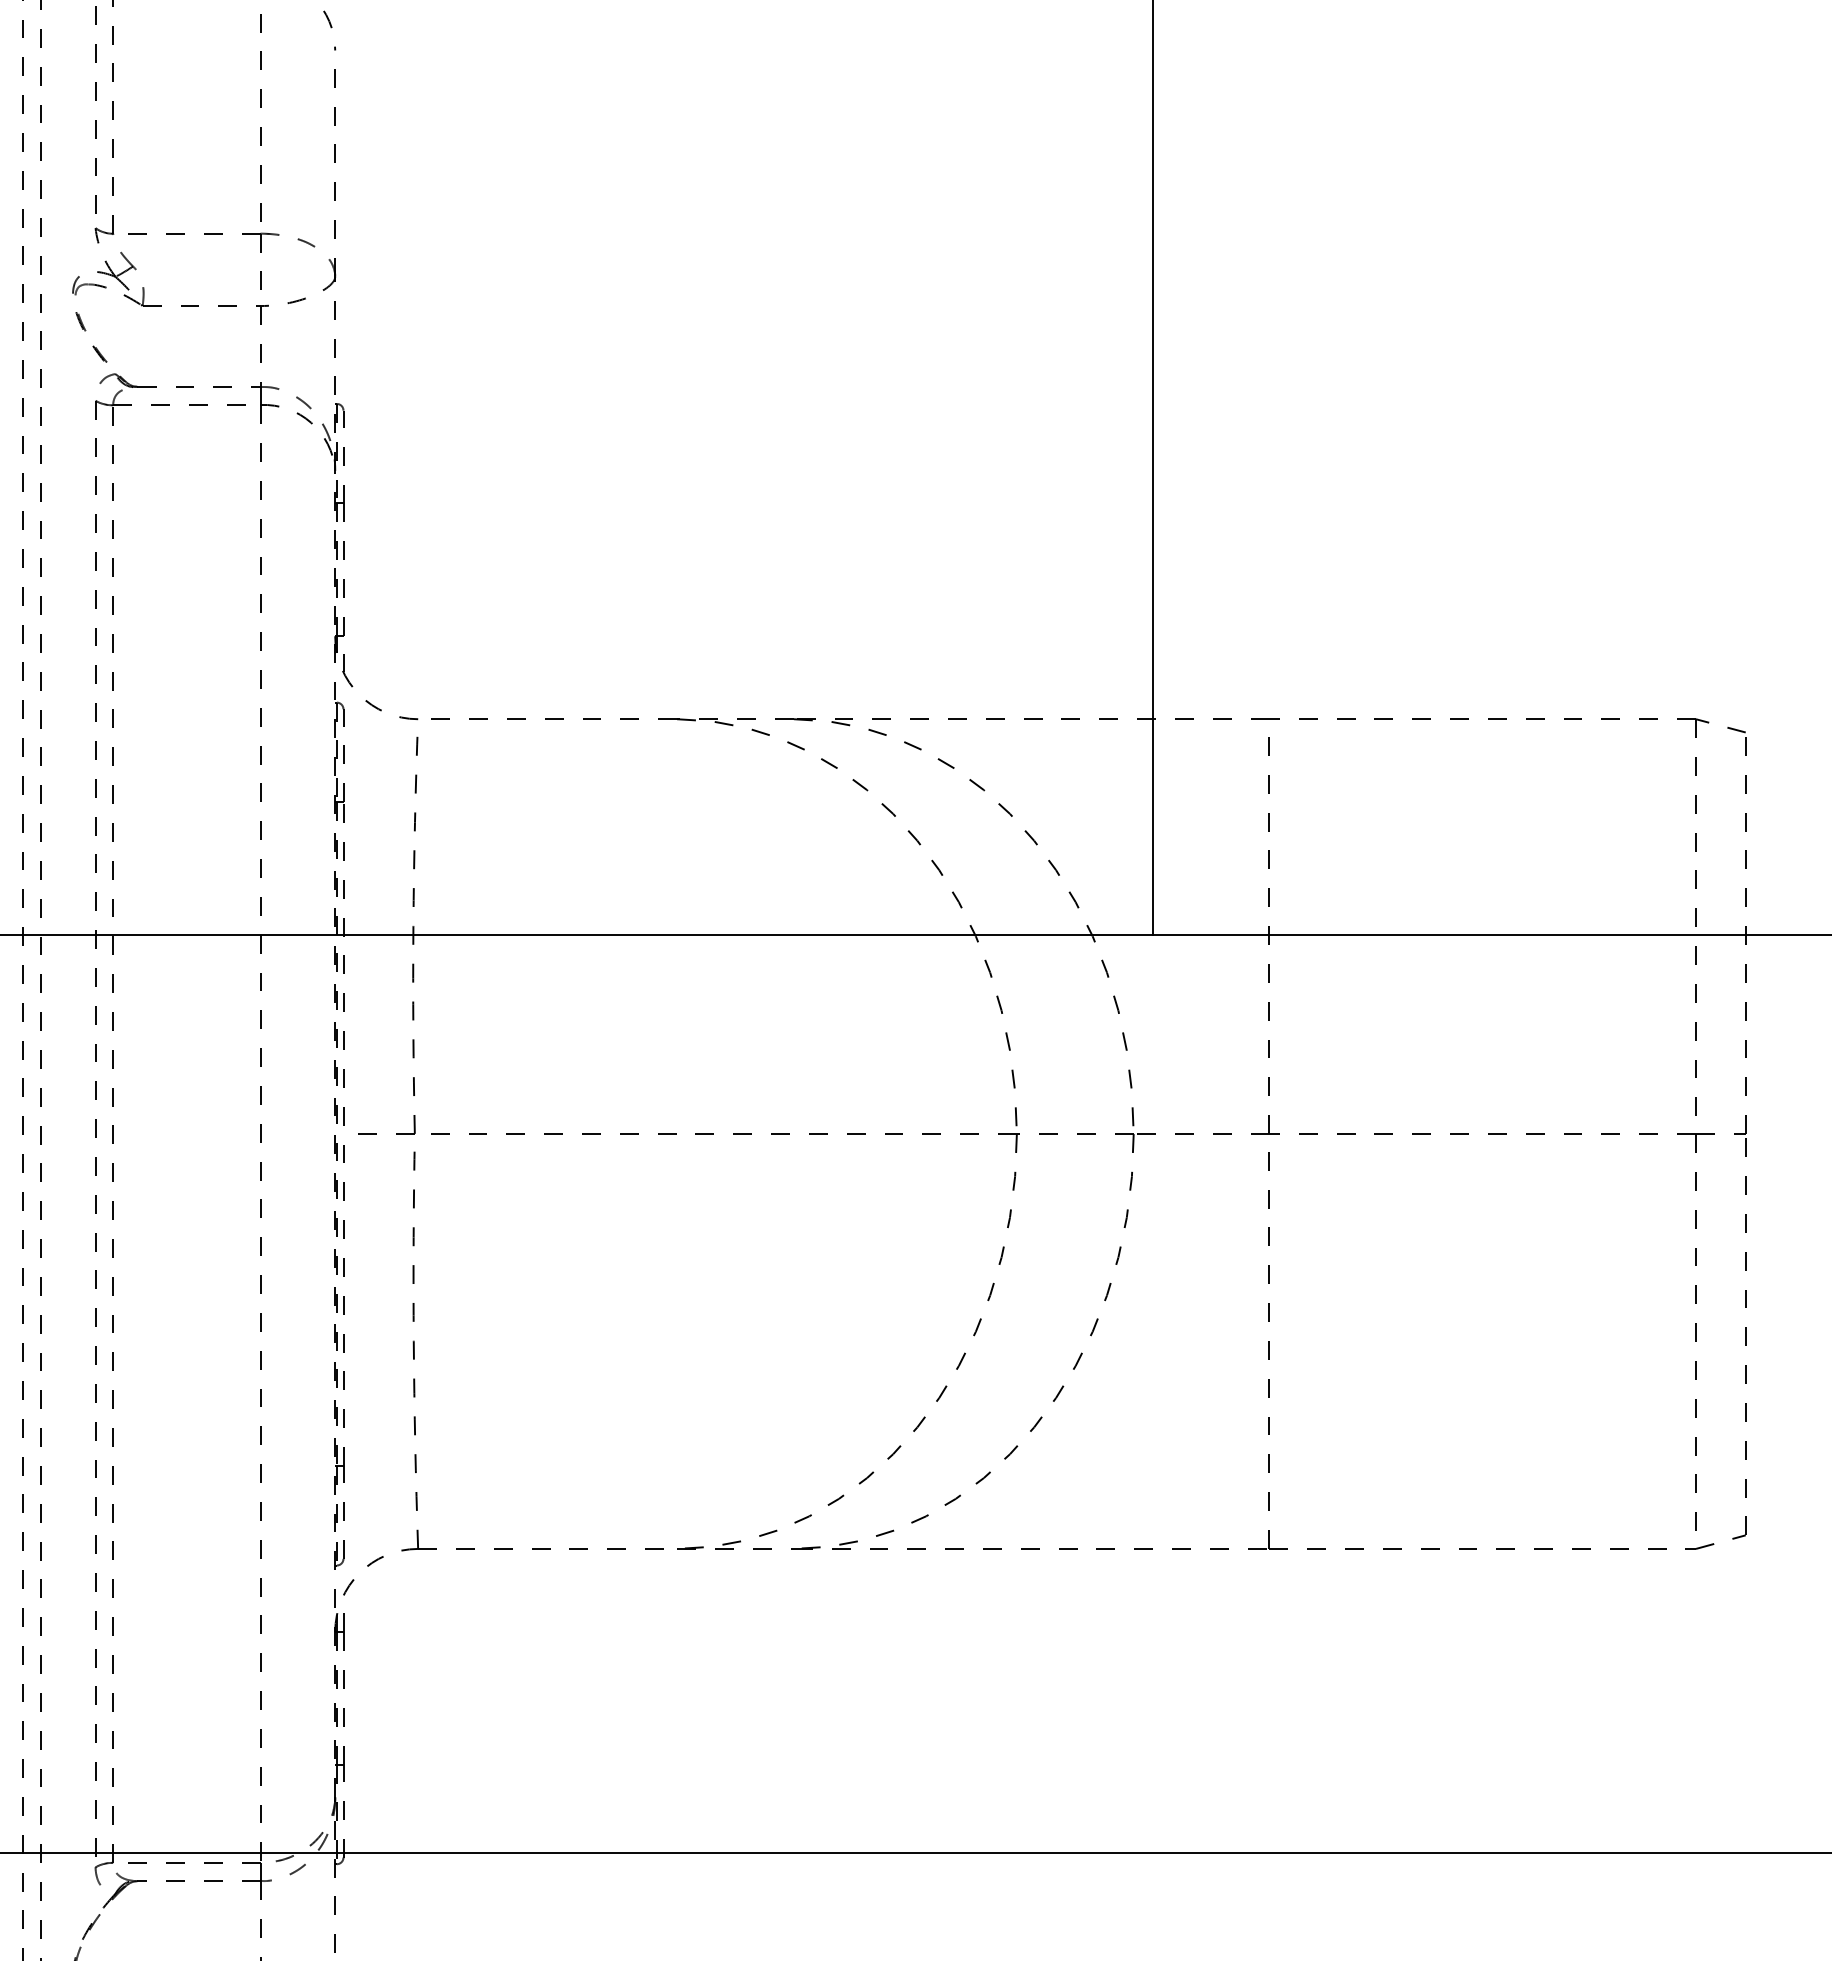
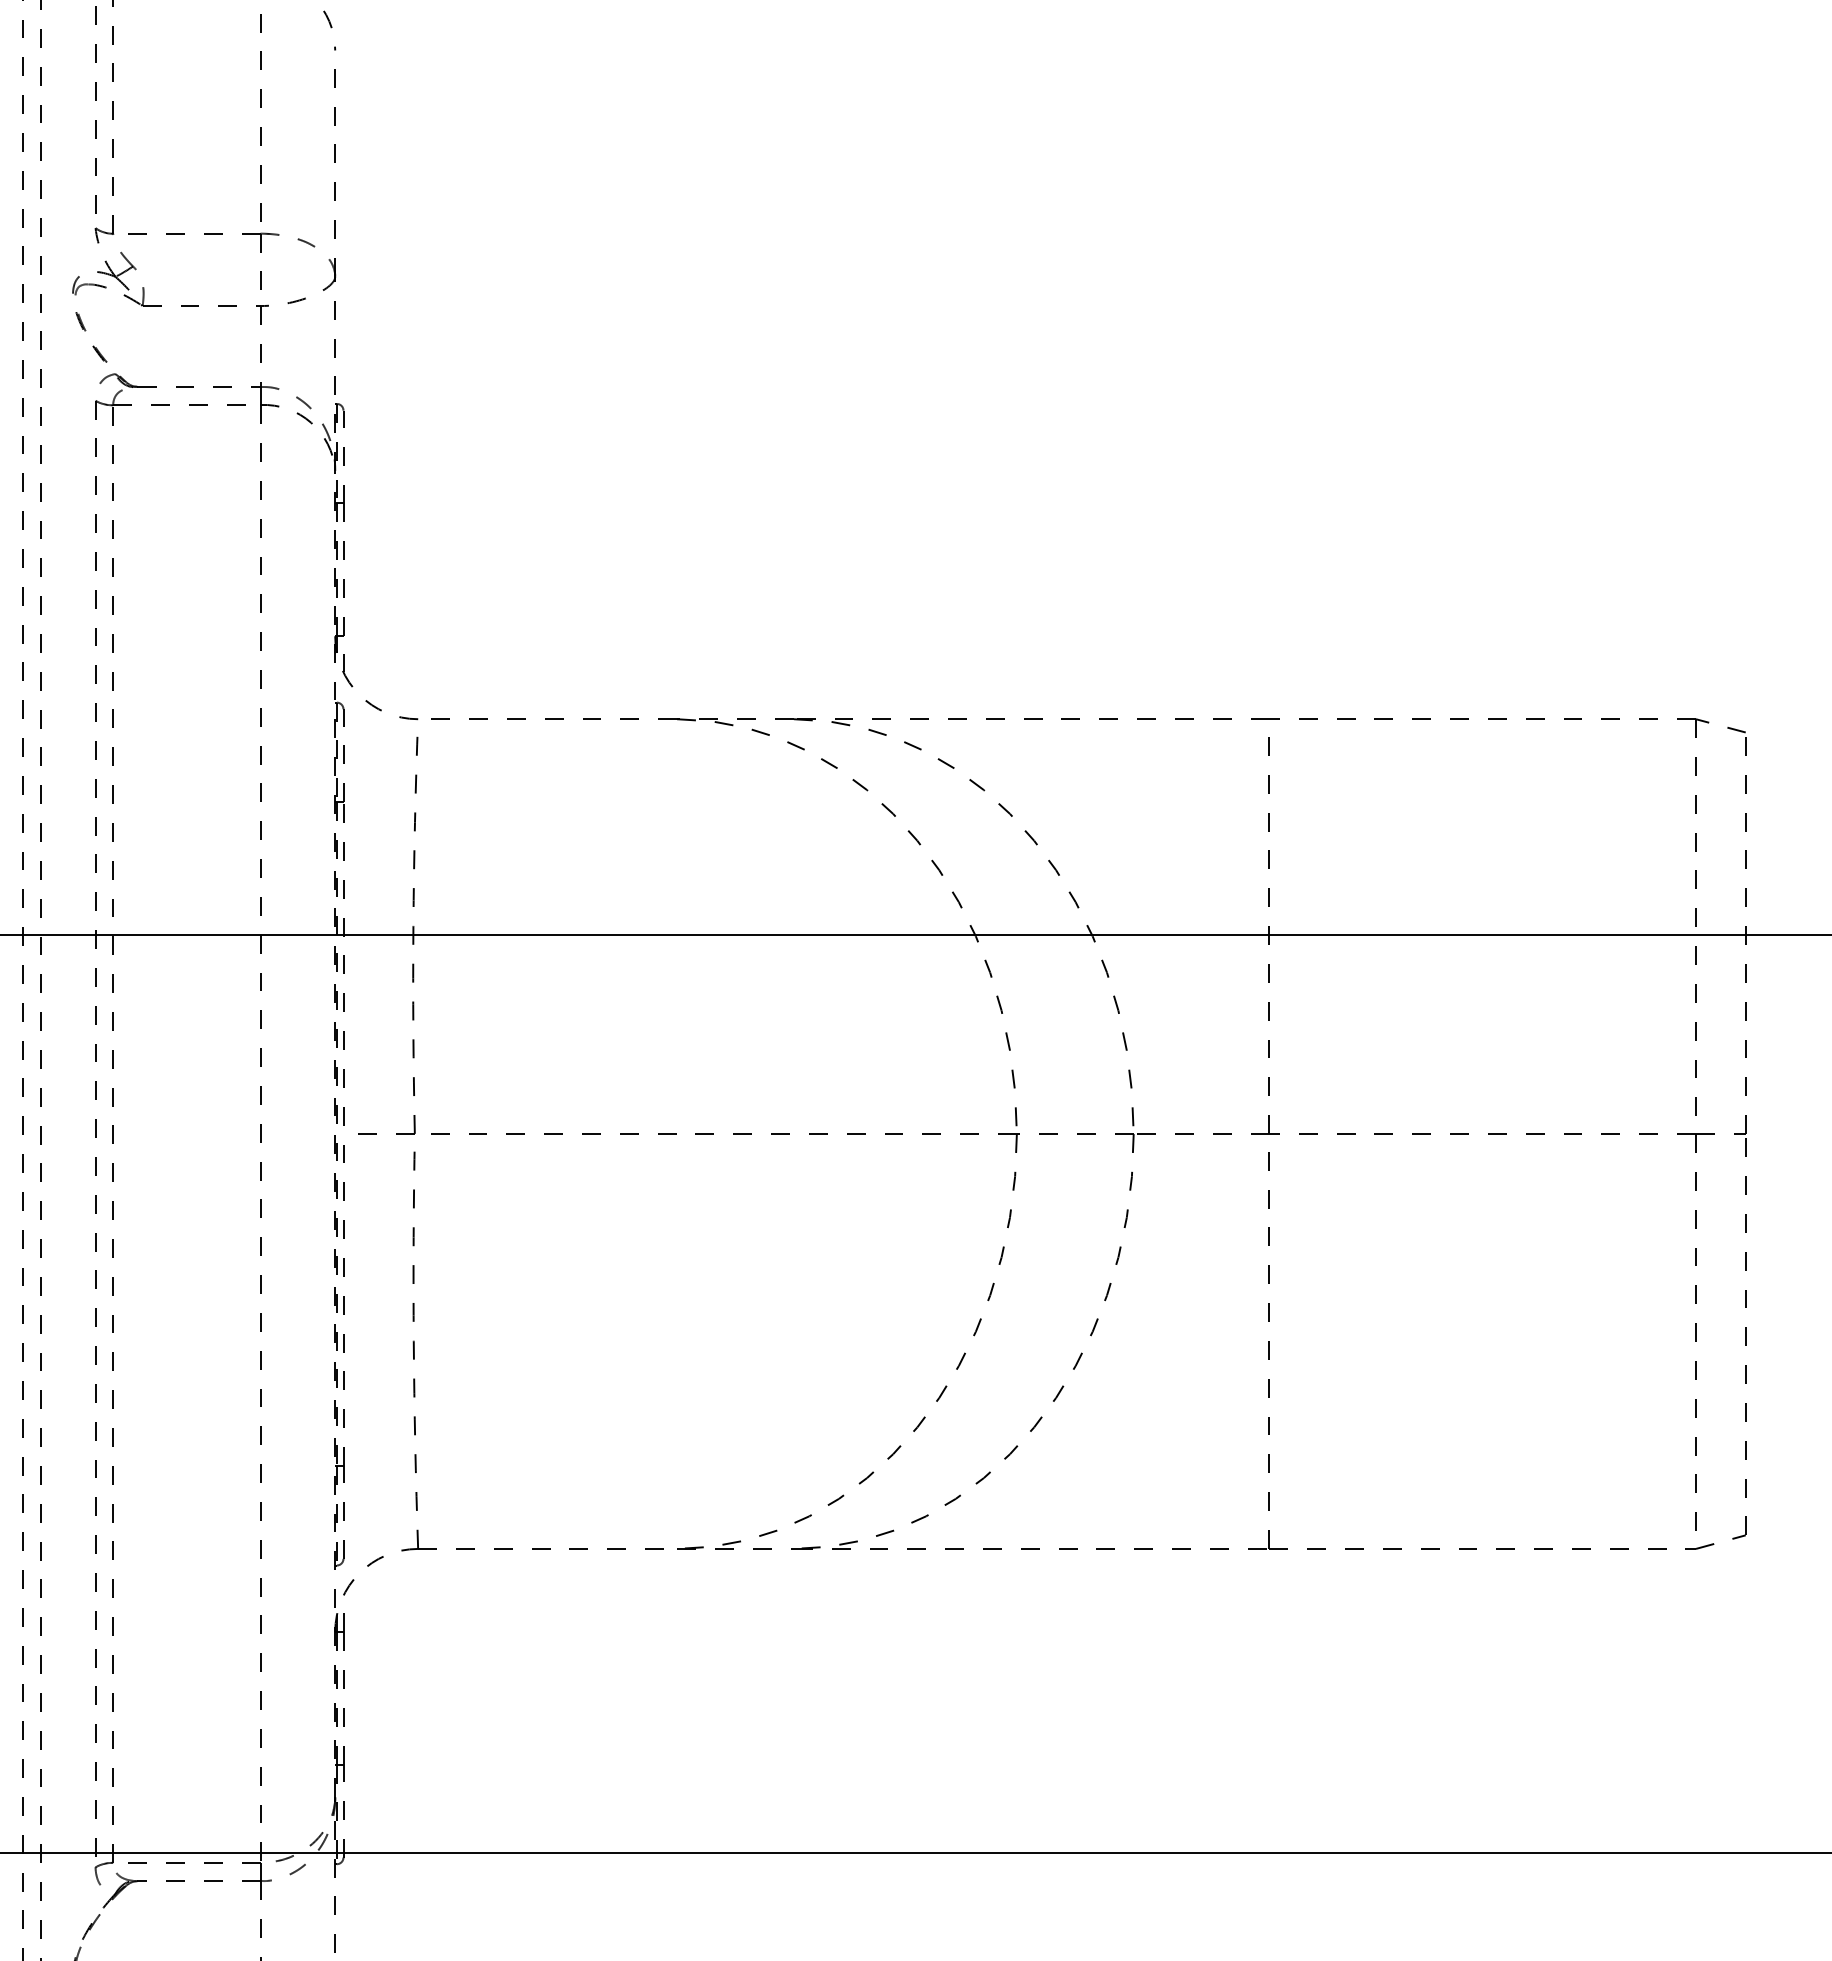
line at (1153, 468): present -> none
